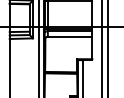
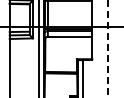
line at (101, 48): present -> none
line at (108, 48): solid -> dashed
